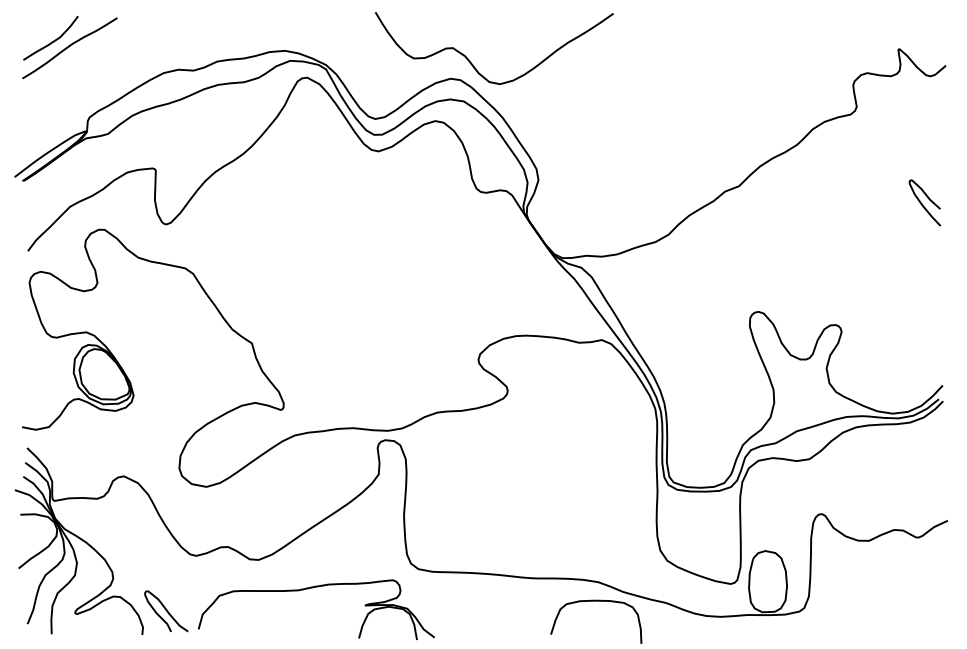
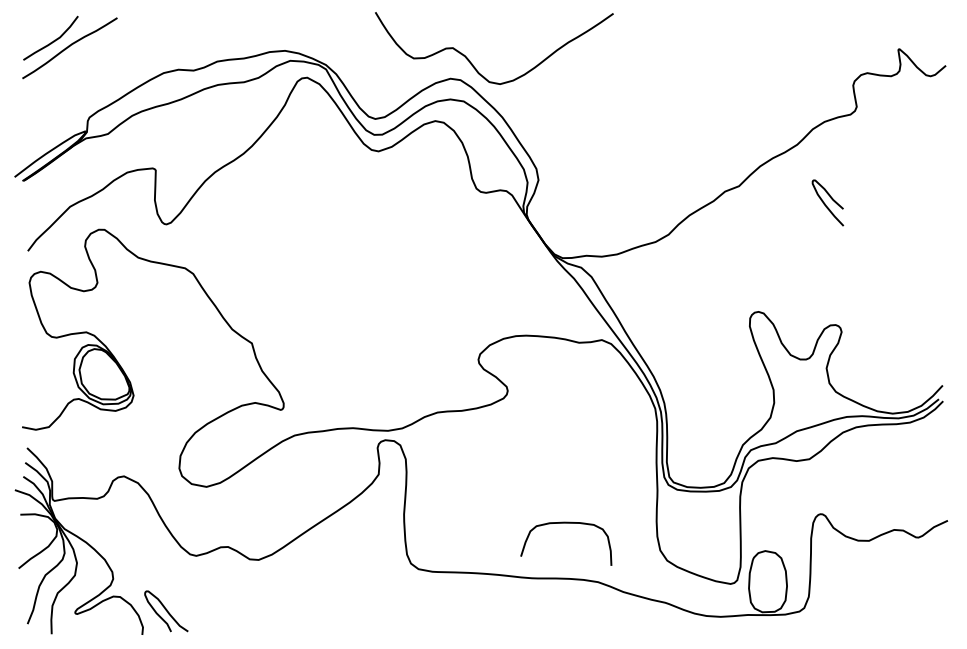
curve at (922, 203) position: (922, 203) -> (825, 203)
part at (308, 589): present -> none
curve at (596, 601) position: (596, 601) -> (566, 523)
